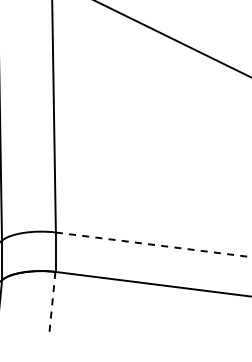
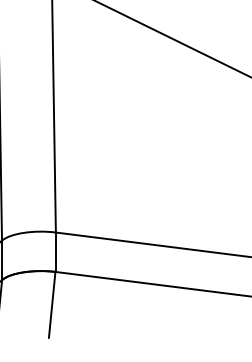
line at (153, 244): dashed -> solid
line at (52, 305): dashed -> solid
